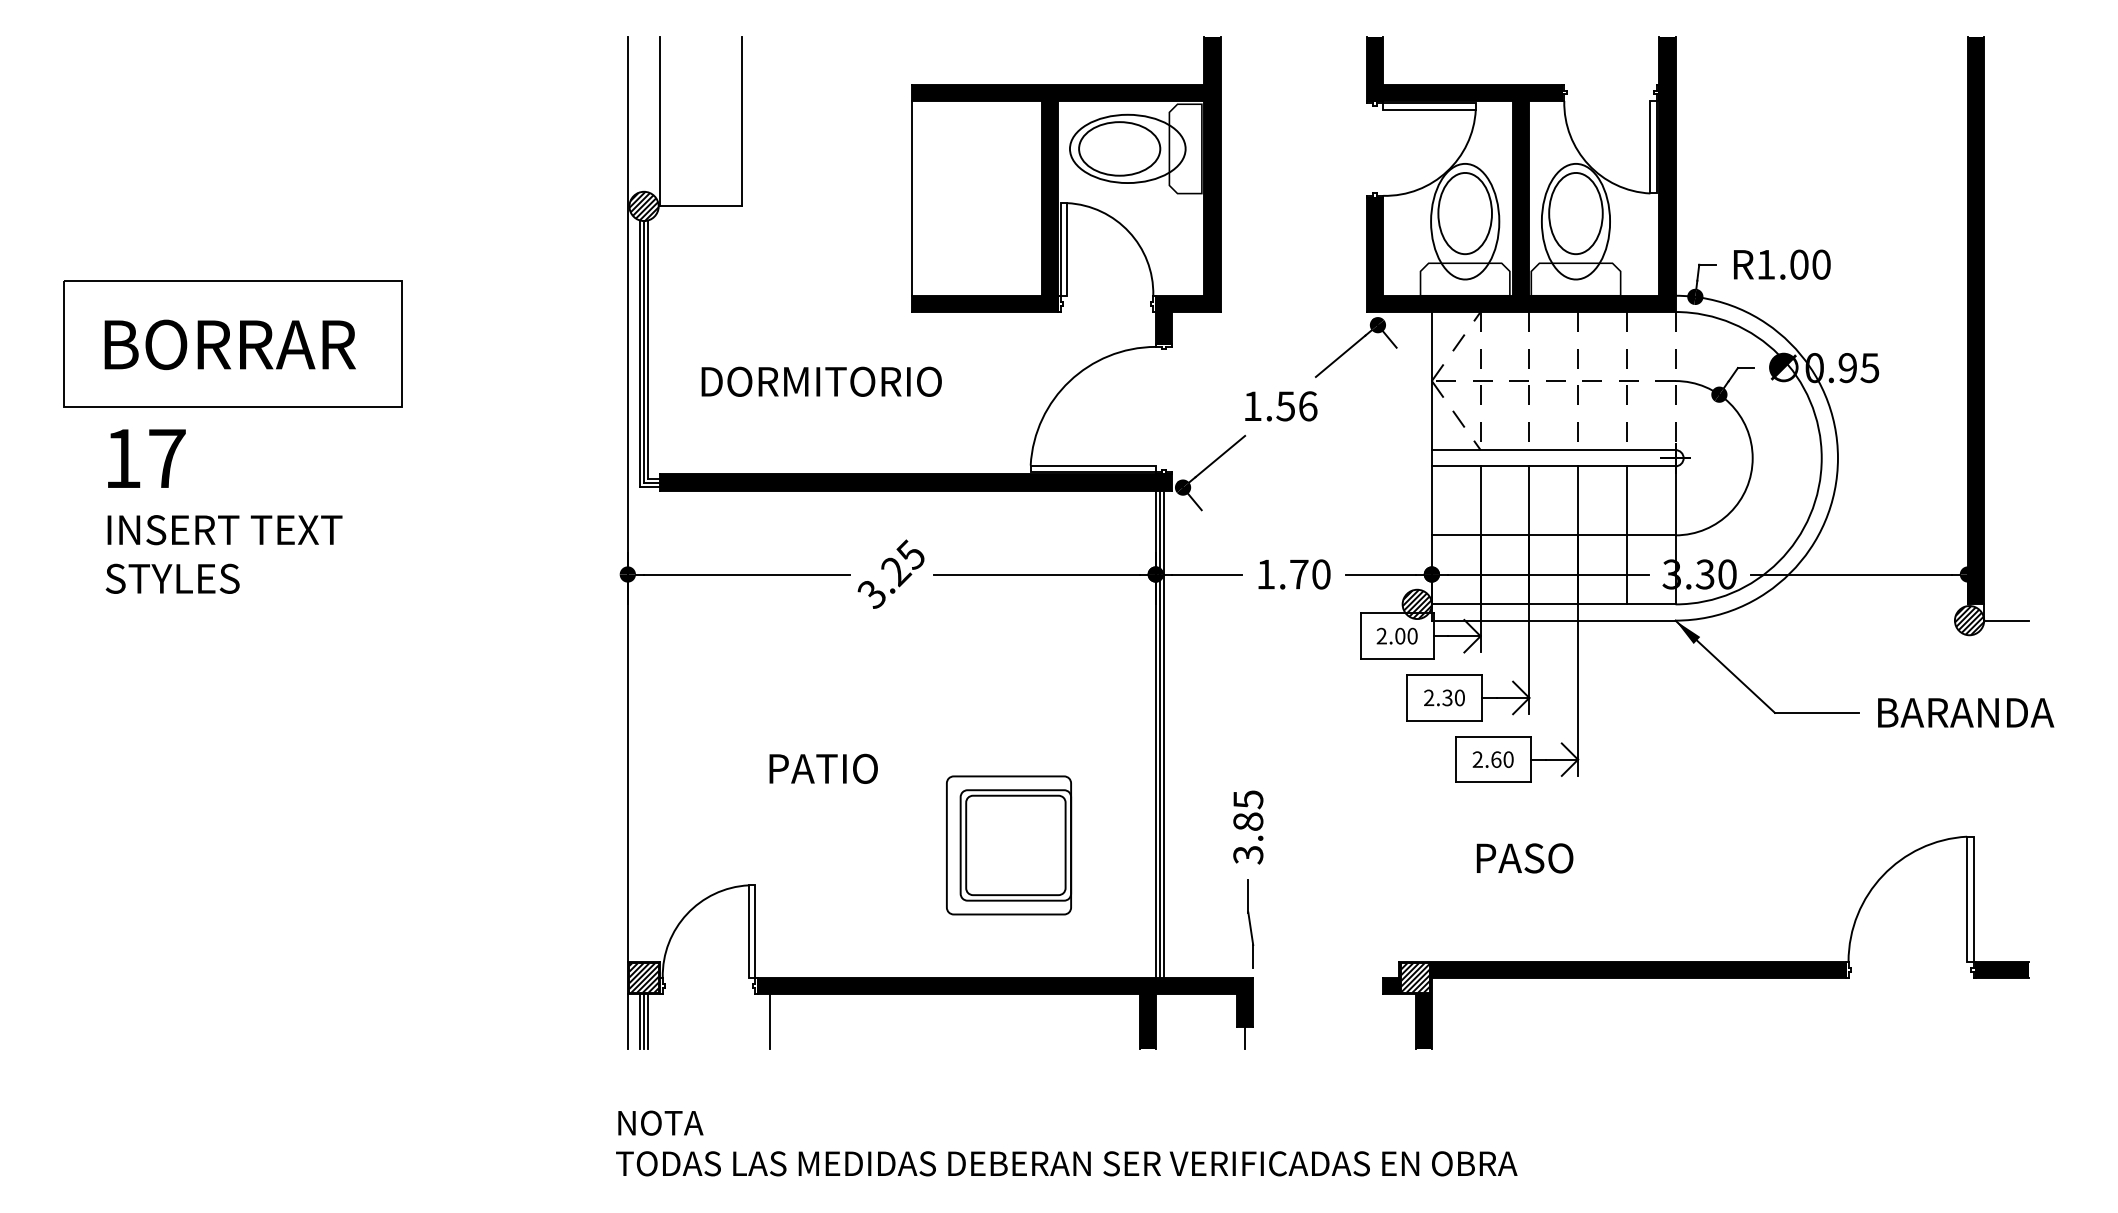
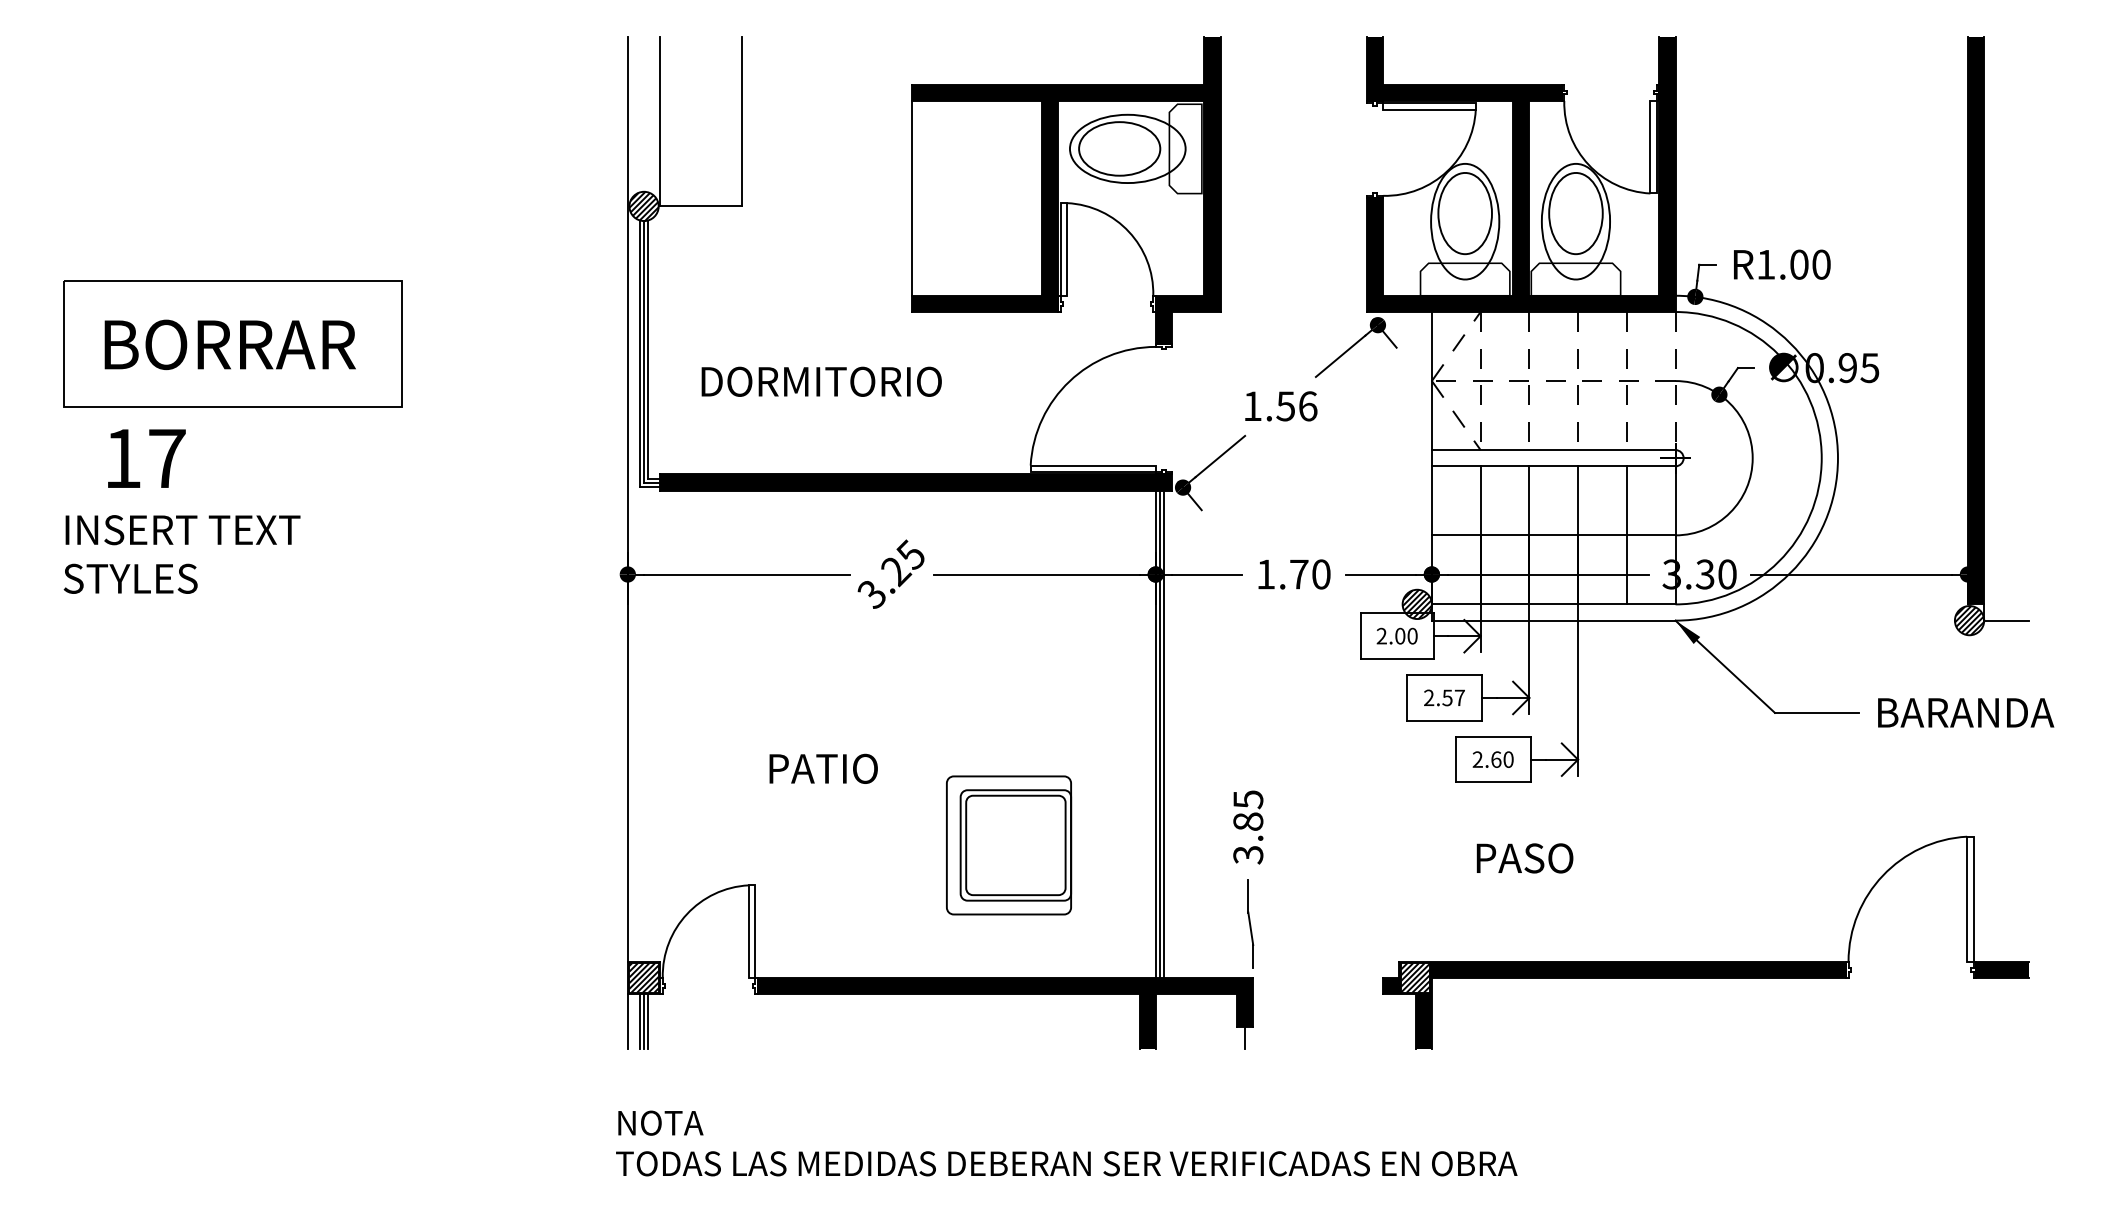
text at (223, 554) position: (223, 554) -> (181, 554)
text at (1453, 697): 2.30 -> 2.57
line at (770, 1021): present -> none
